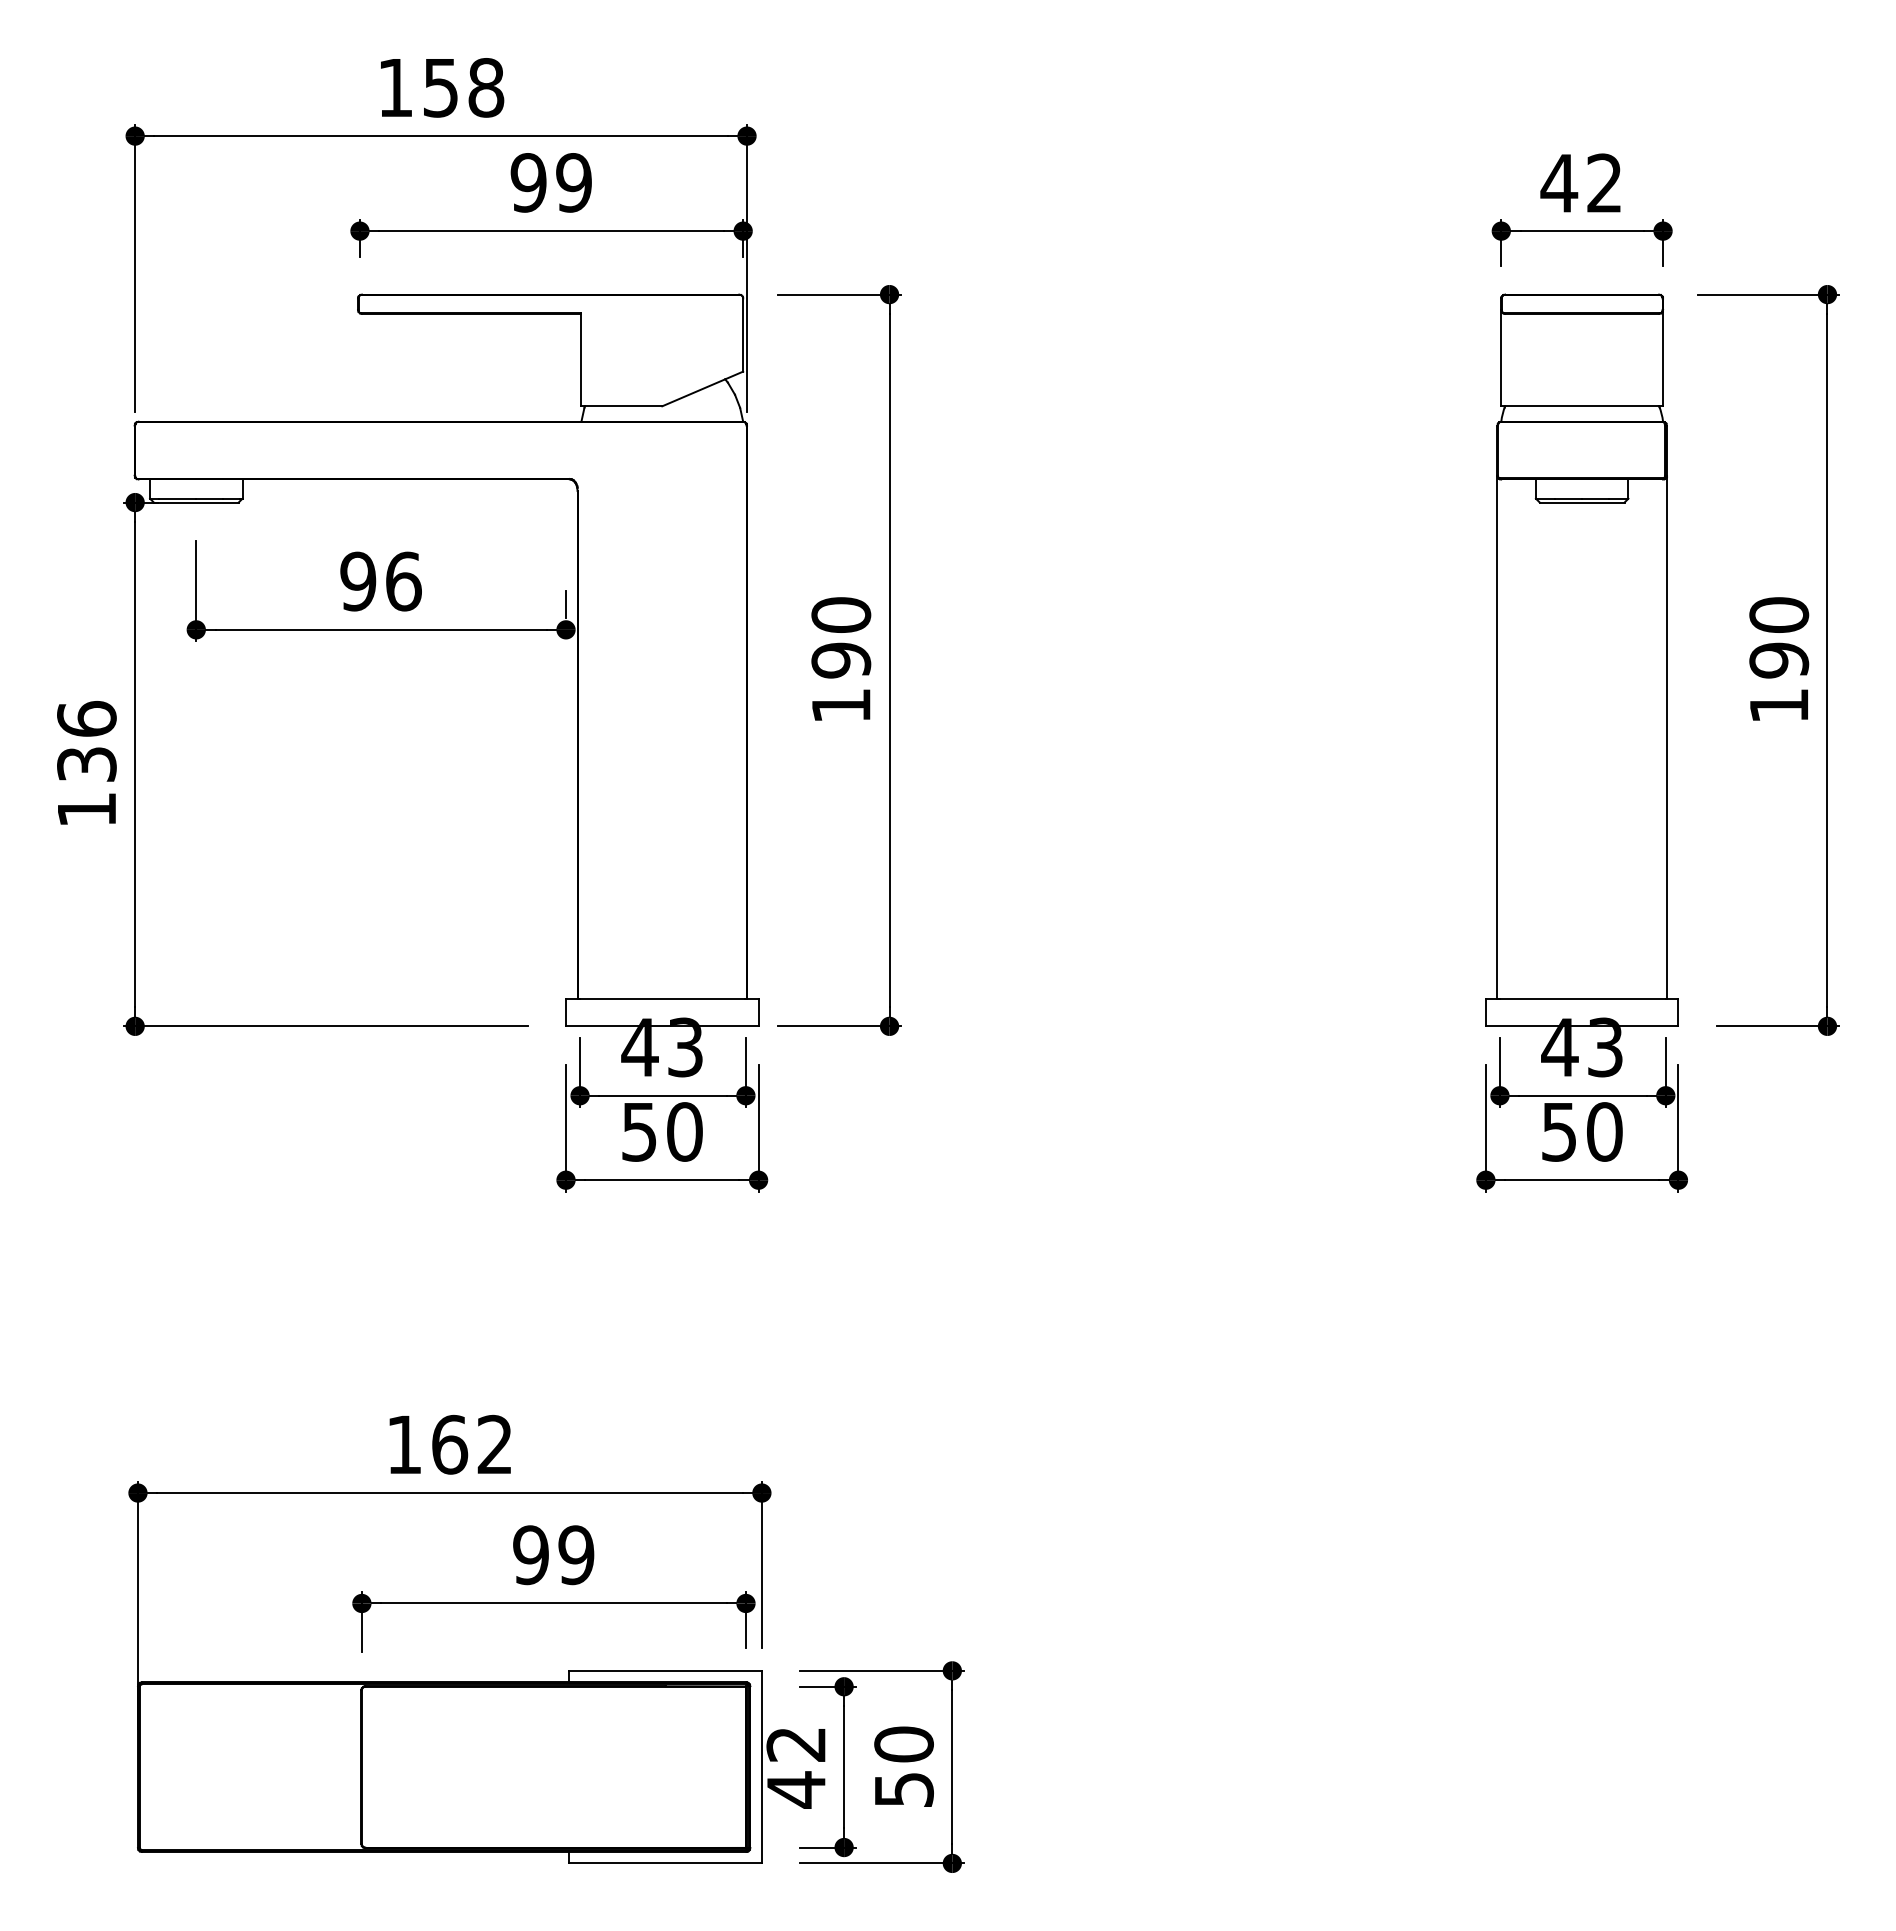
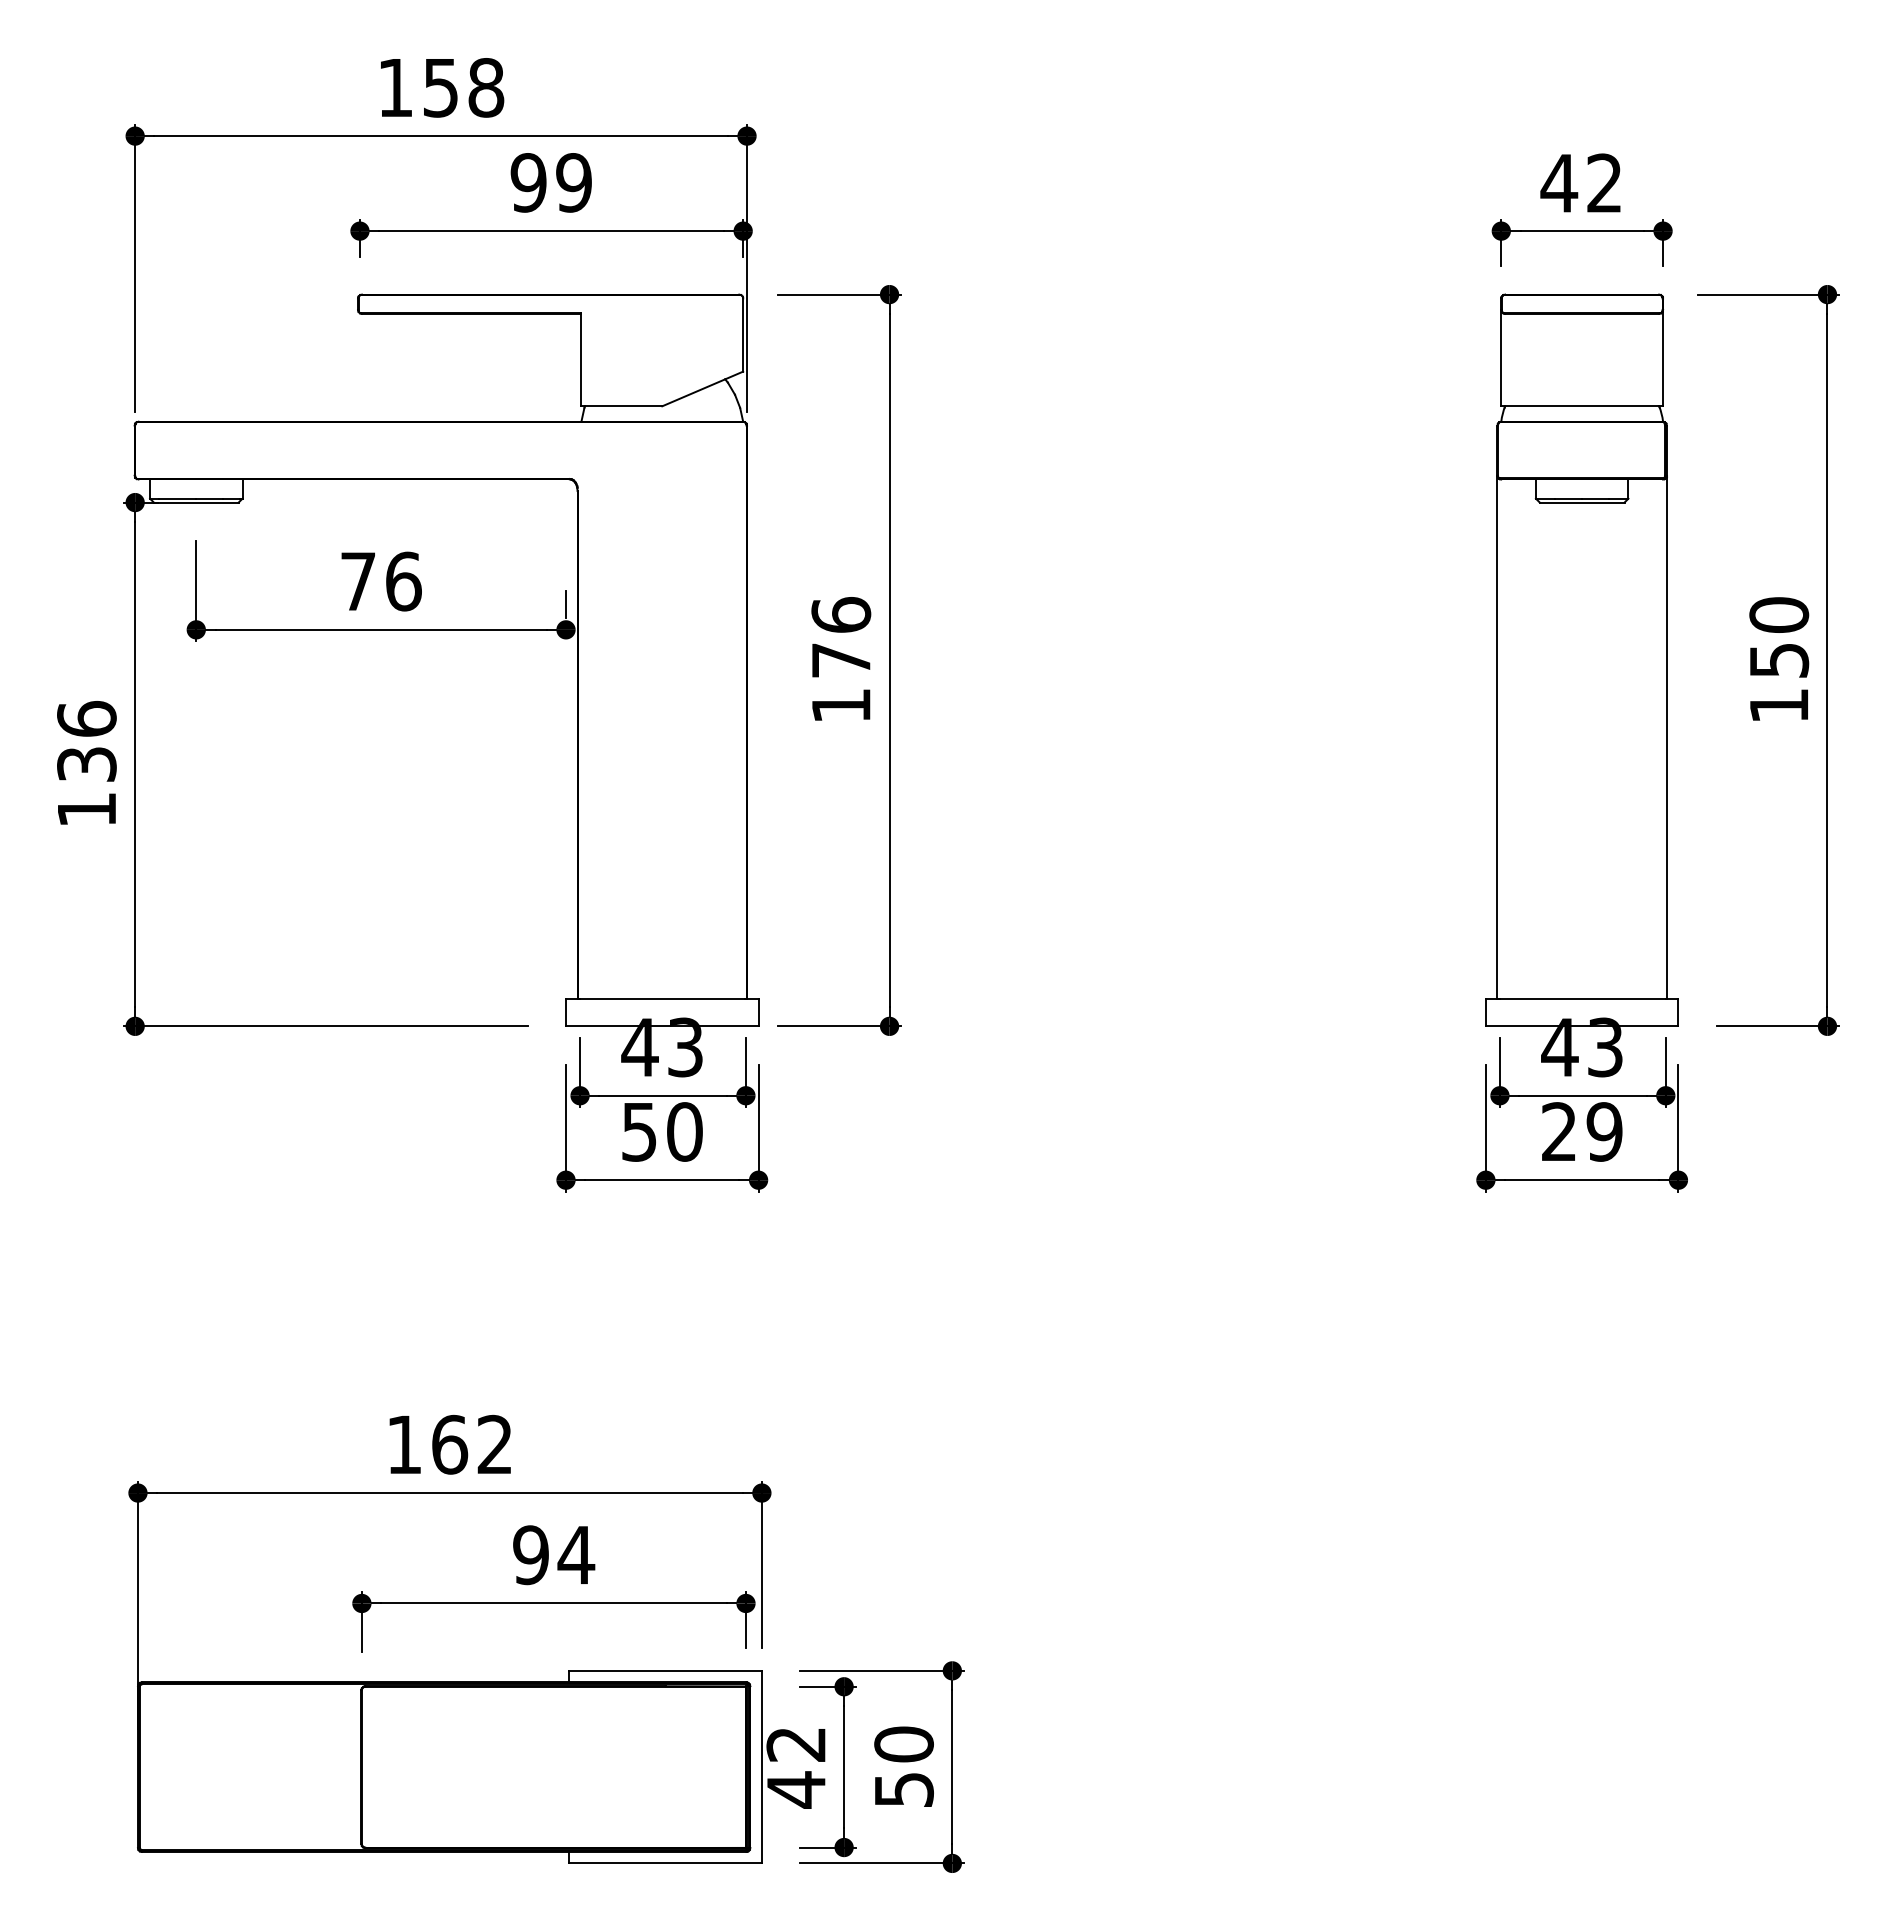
text at (358, 581): 96 -> 76
text at (841, 637): 190 -> 176
text at (1778, 660): 190 -> 150
text at (1582, 1131): 50 -> 29
text at (576, 1555): 99 -> 94
